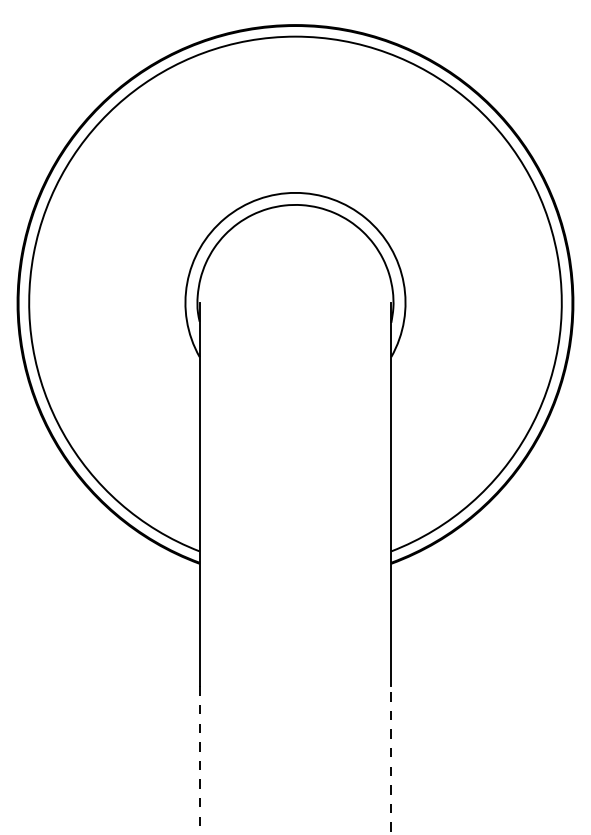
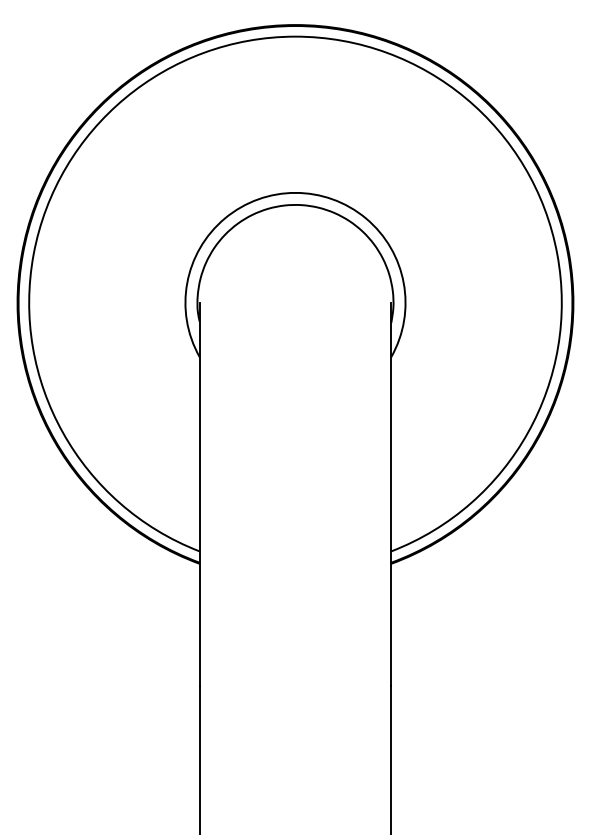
line at (199, 760): dashed -> solid
line at (391, 760): dashed -> solid
